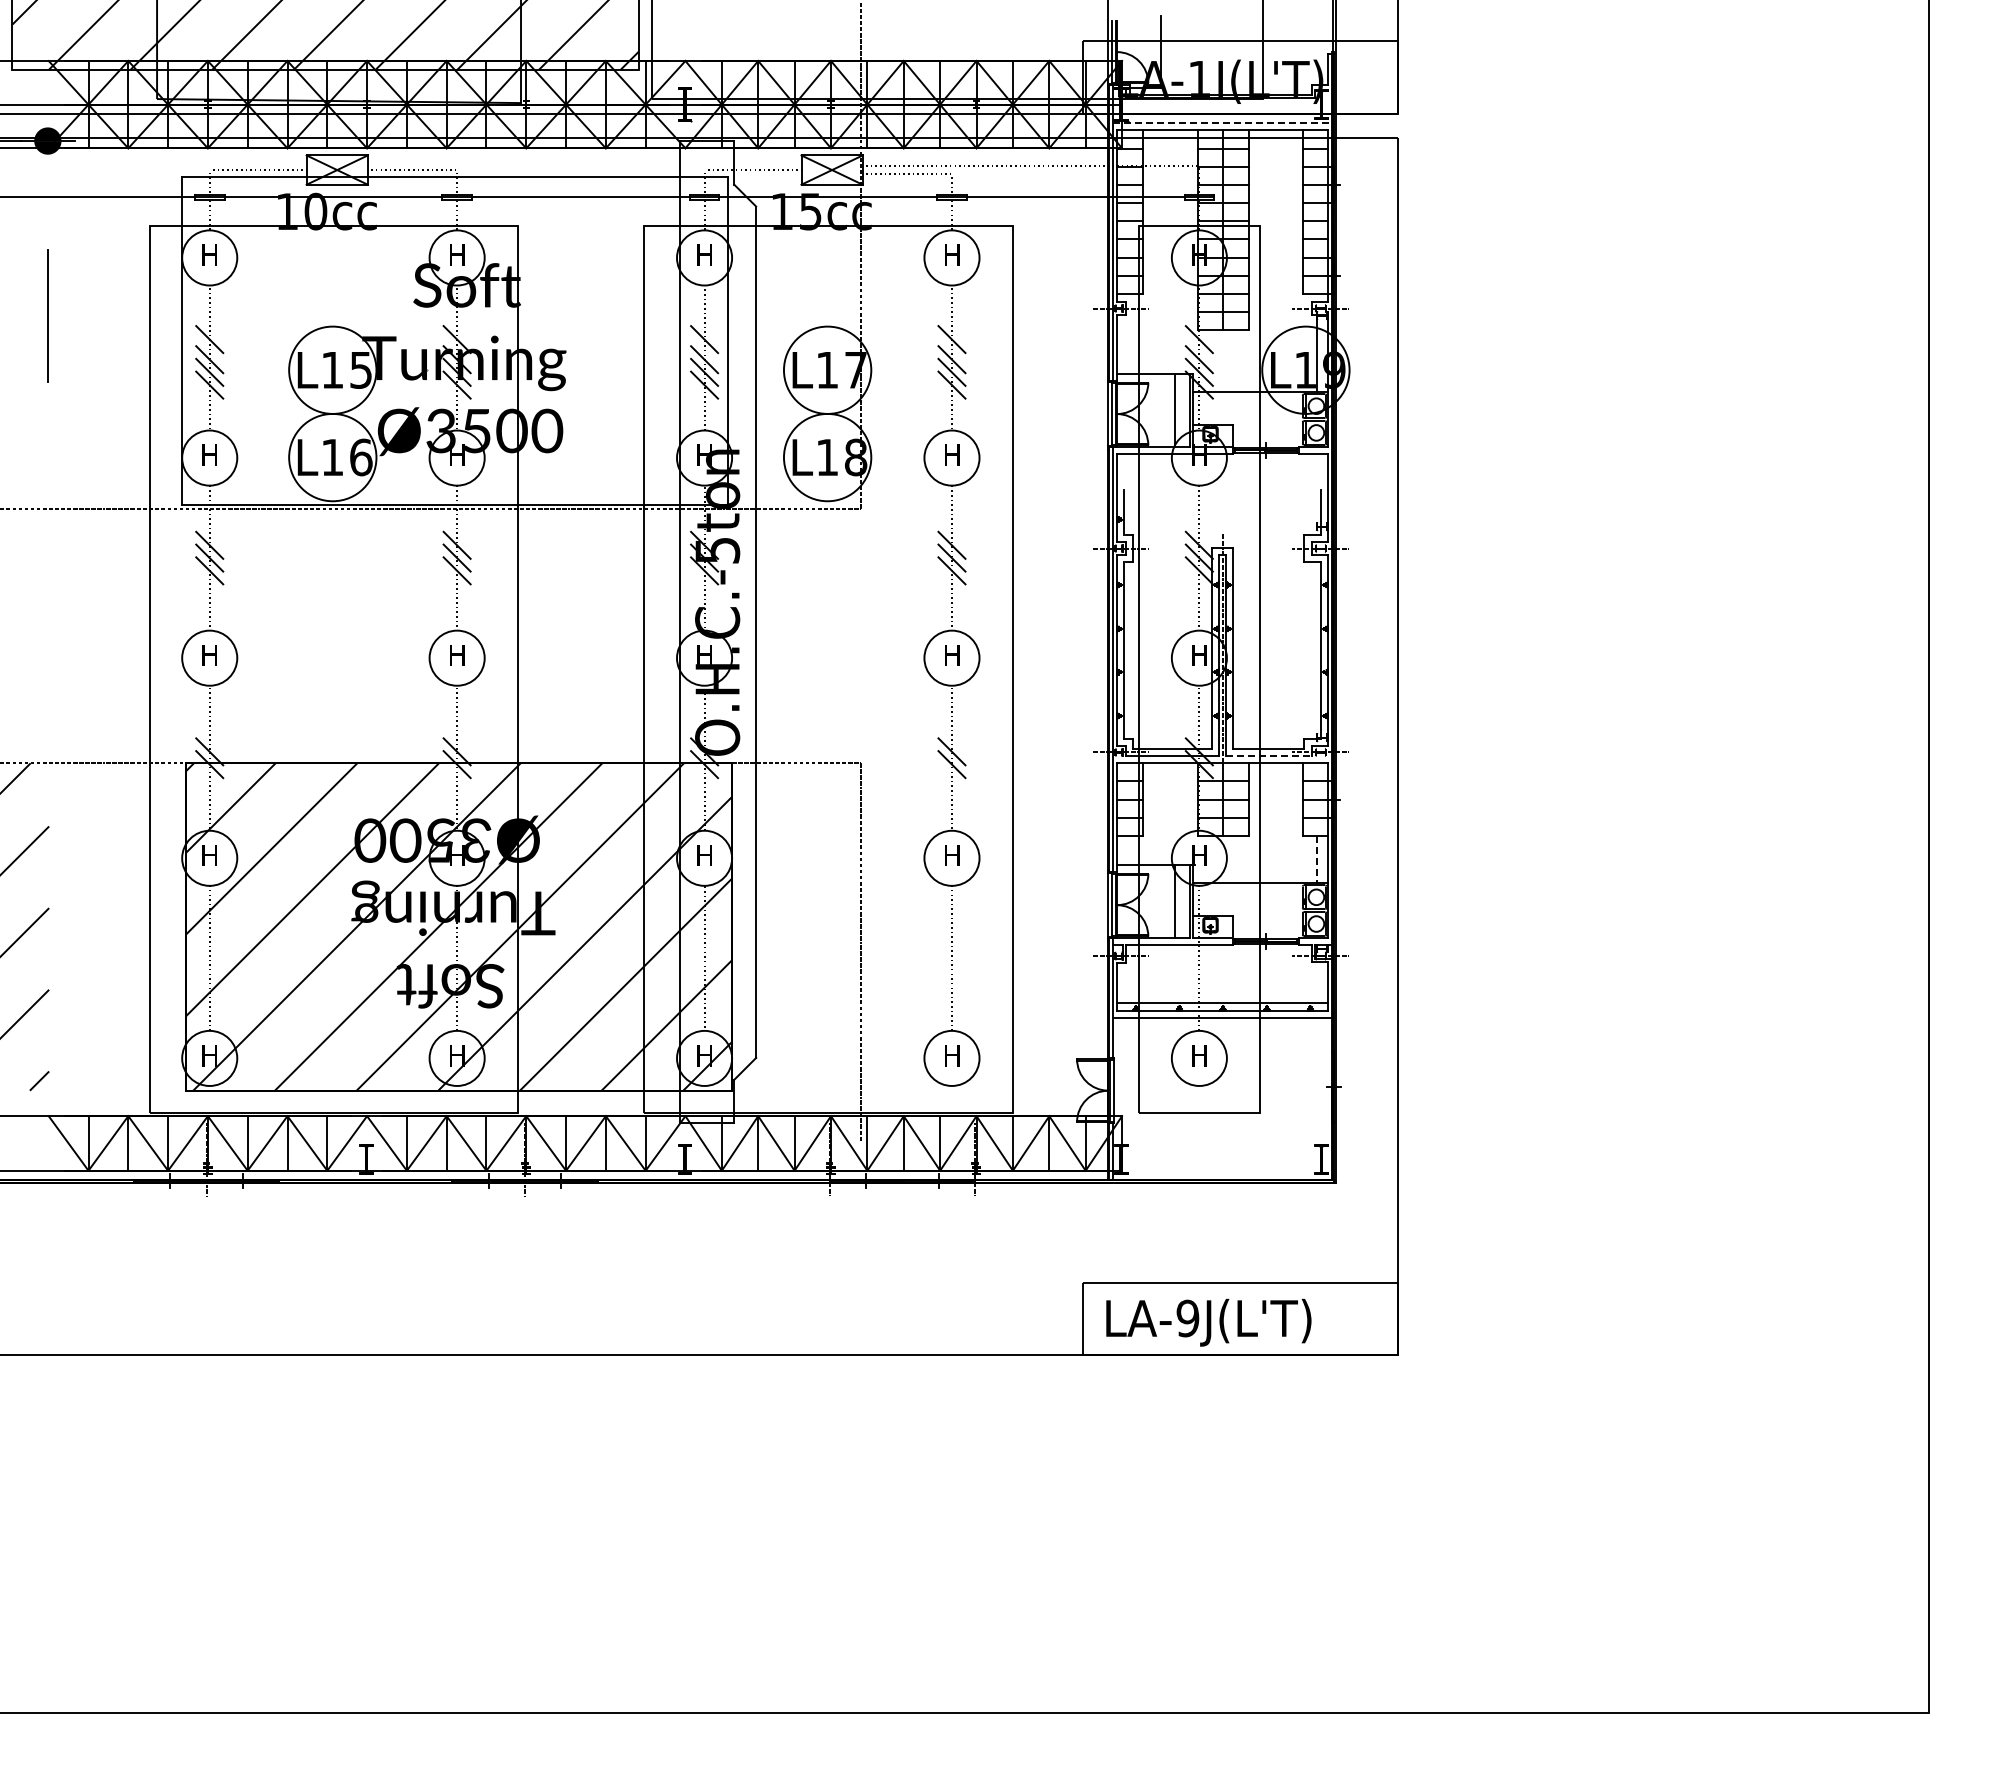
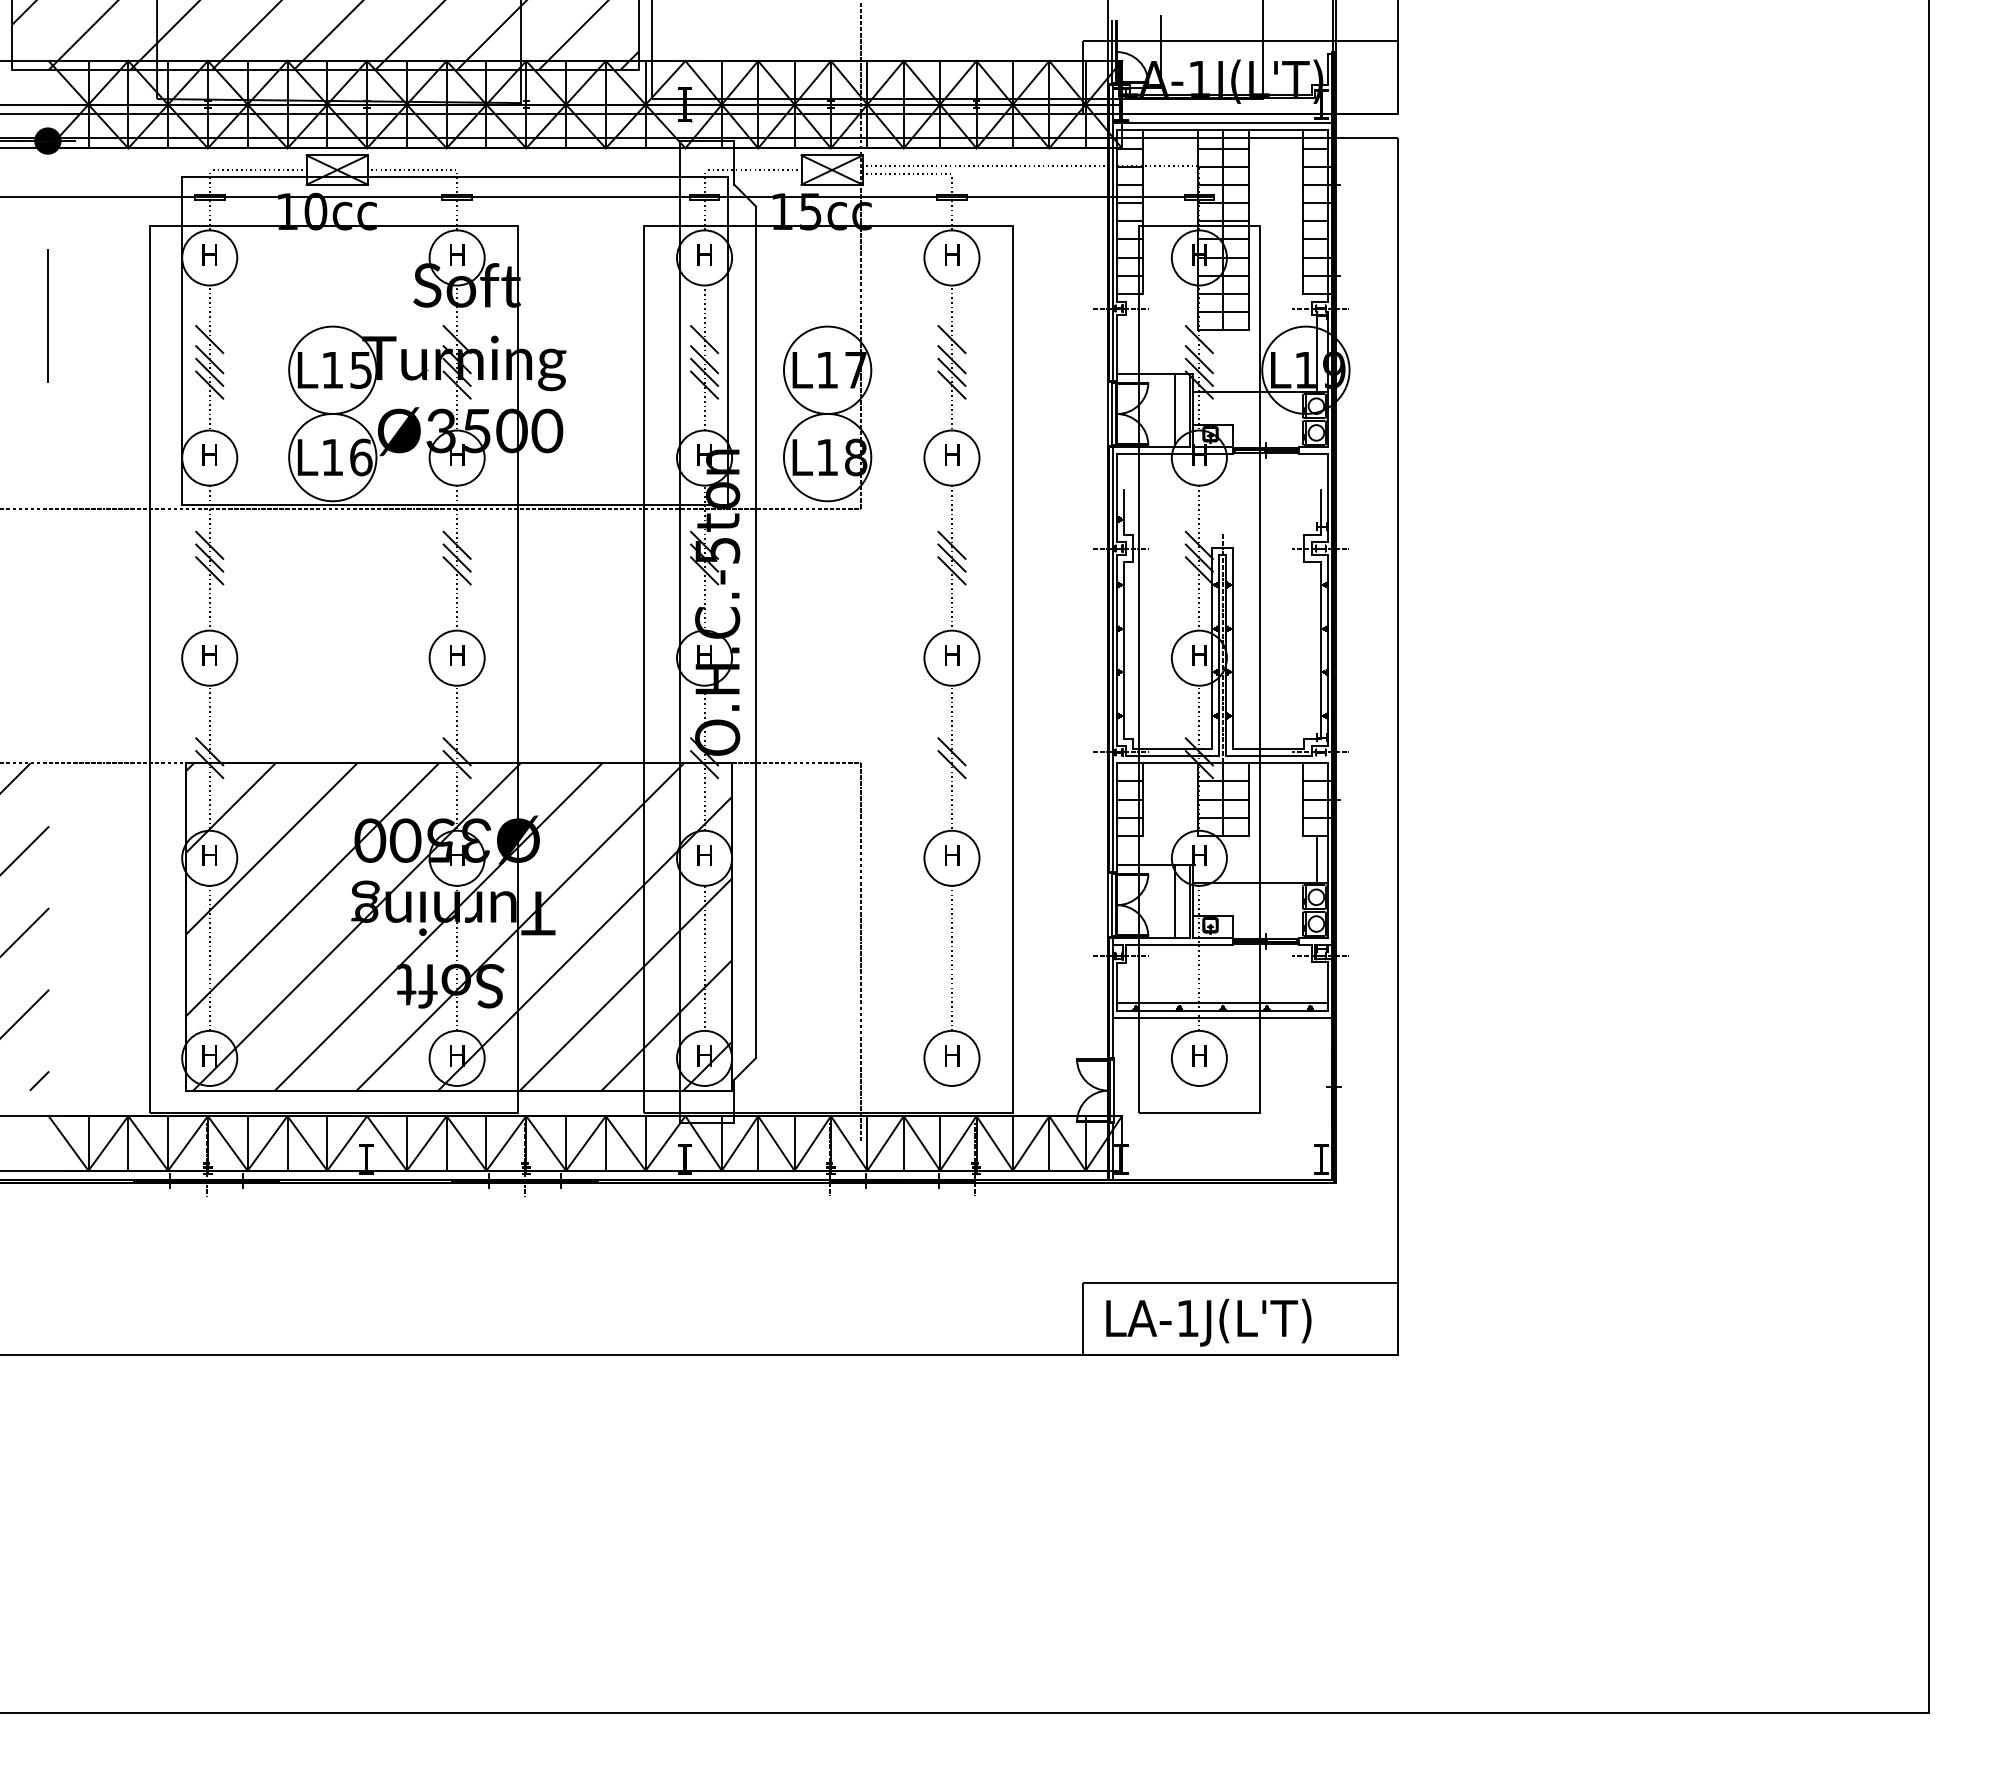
line at (1223, 123): dashed -> solid
line at (1268, 756): dashed -> solid
line at (1317, 859): dashed -> solid
text at (1187, 1318): LA-9J(L'T) -> LA-1J(L'T)
